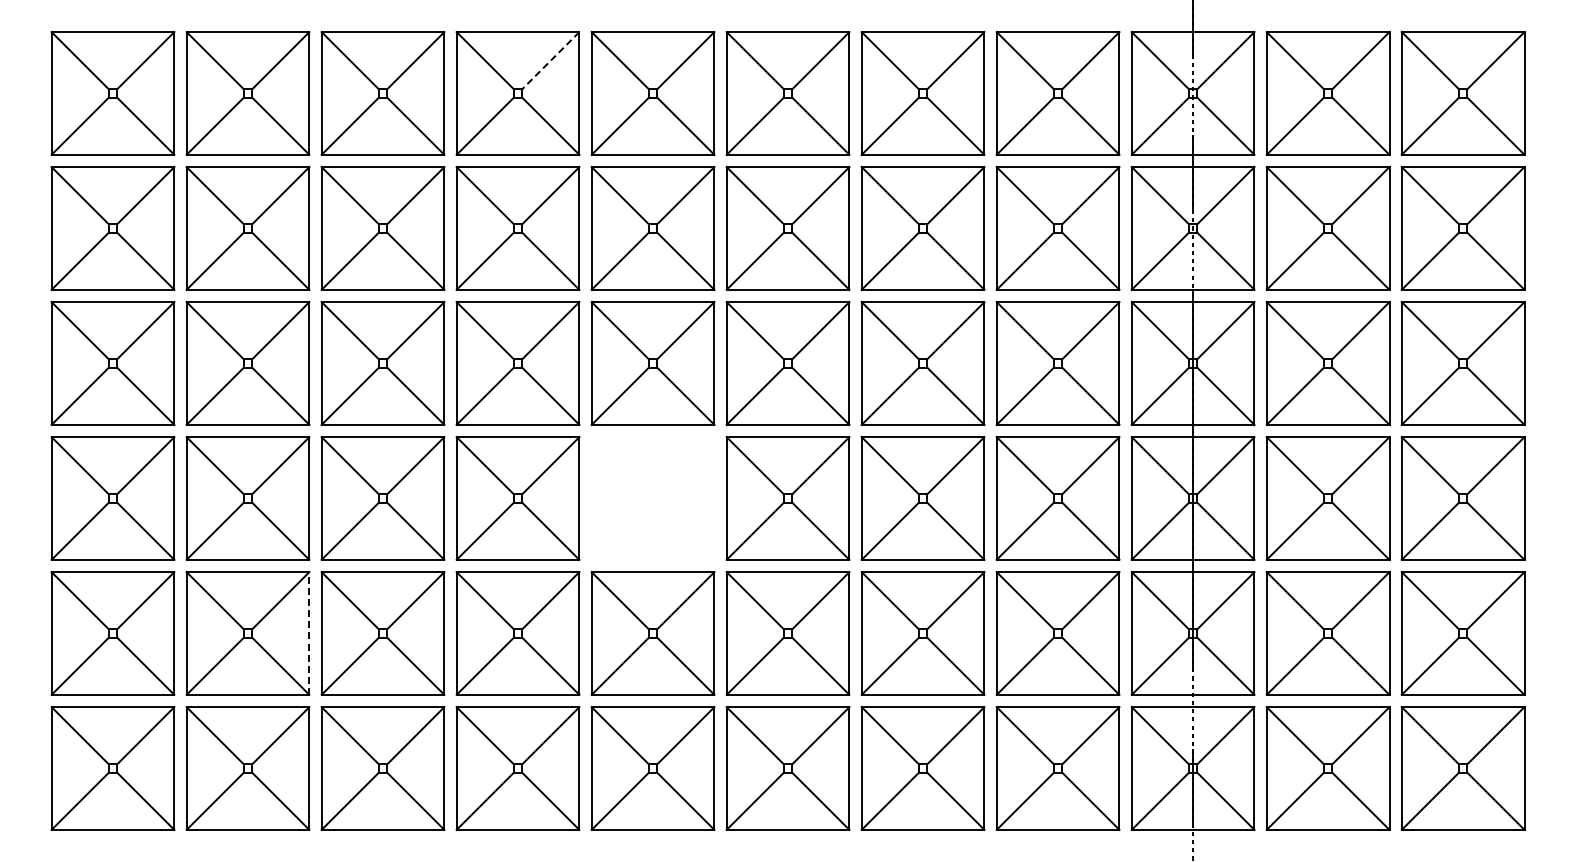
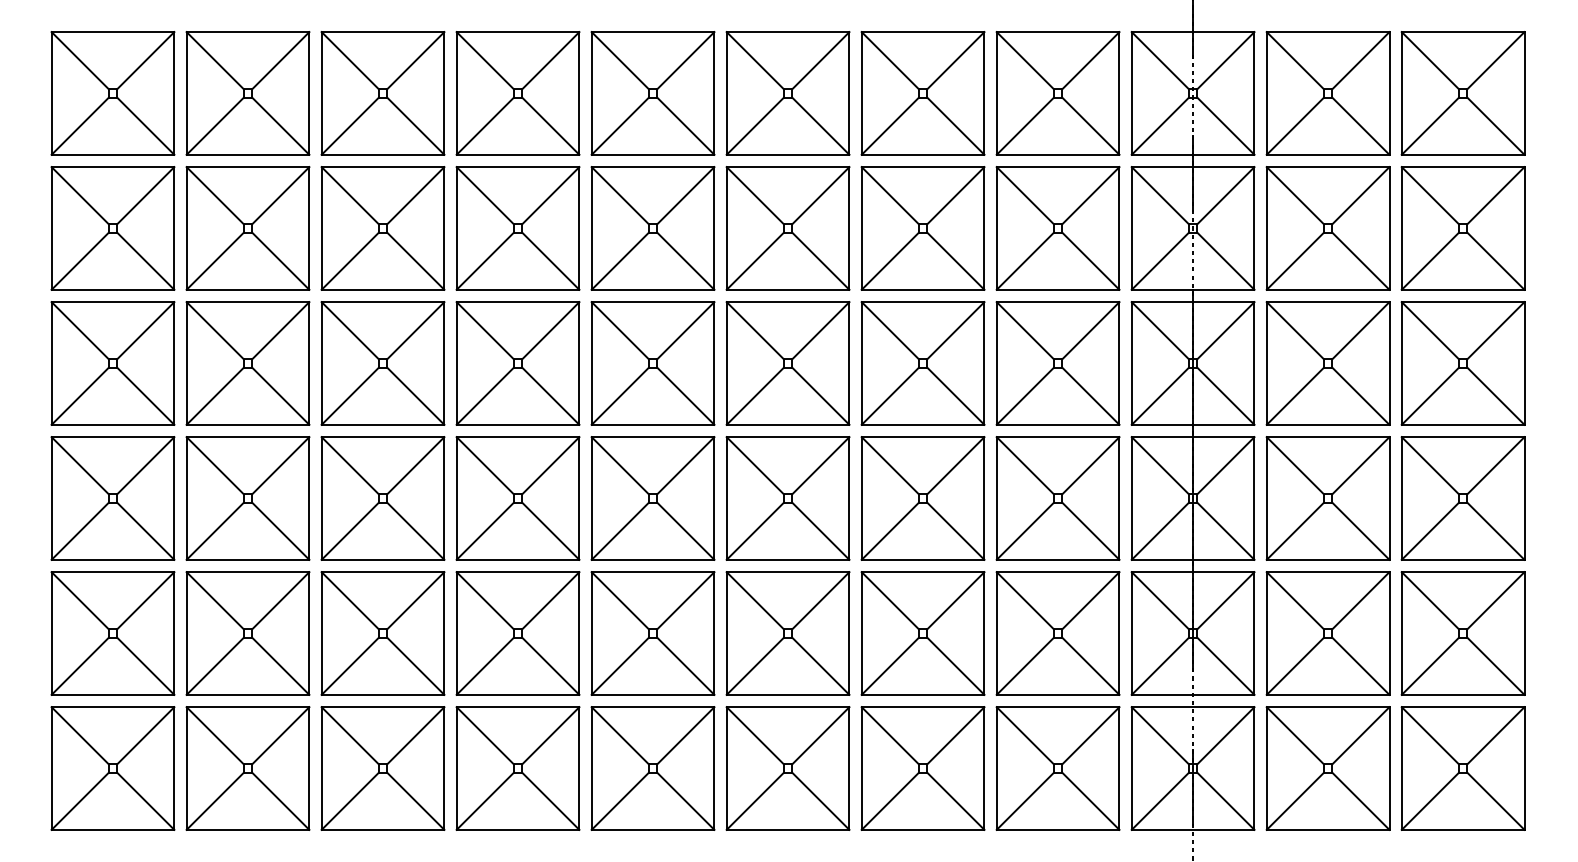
line at (550, 60): dashed -> solid
part at (652, 498): none -> present
line at (309, 633): dashed -> solid
